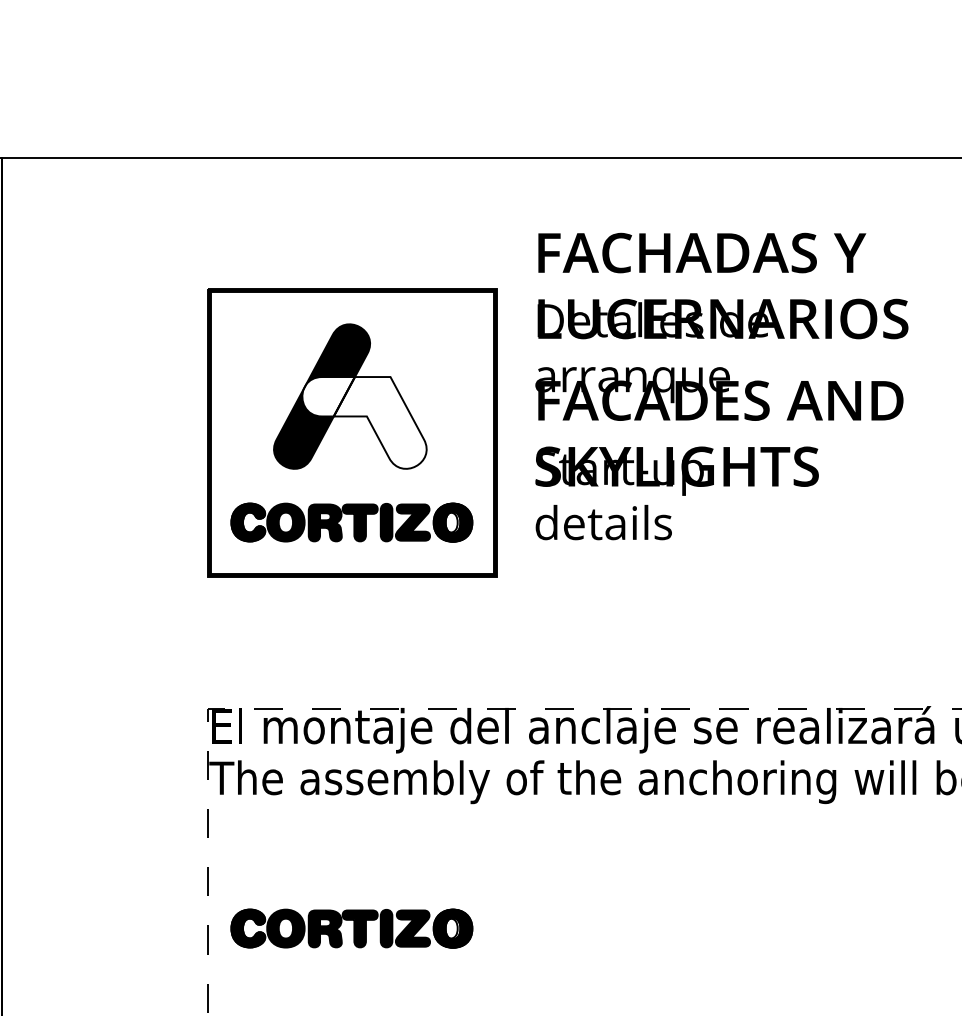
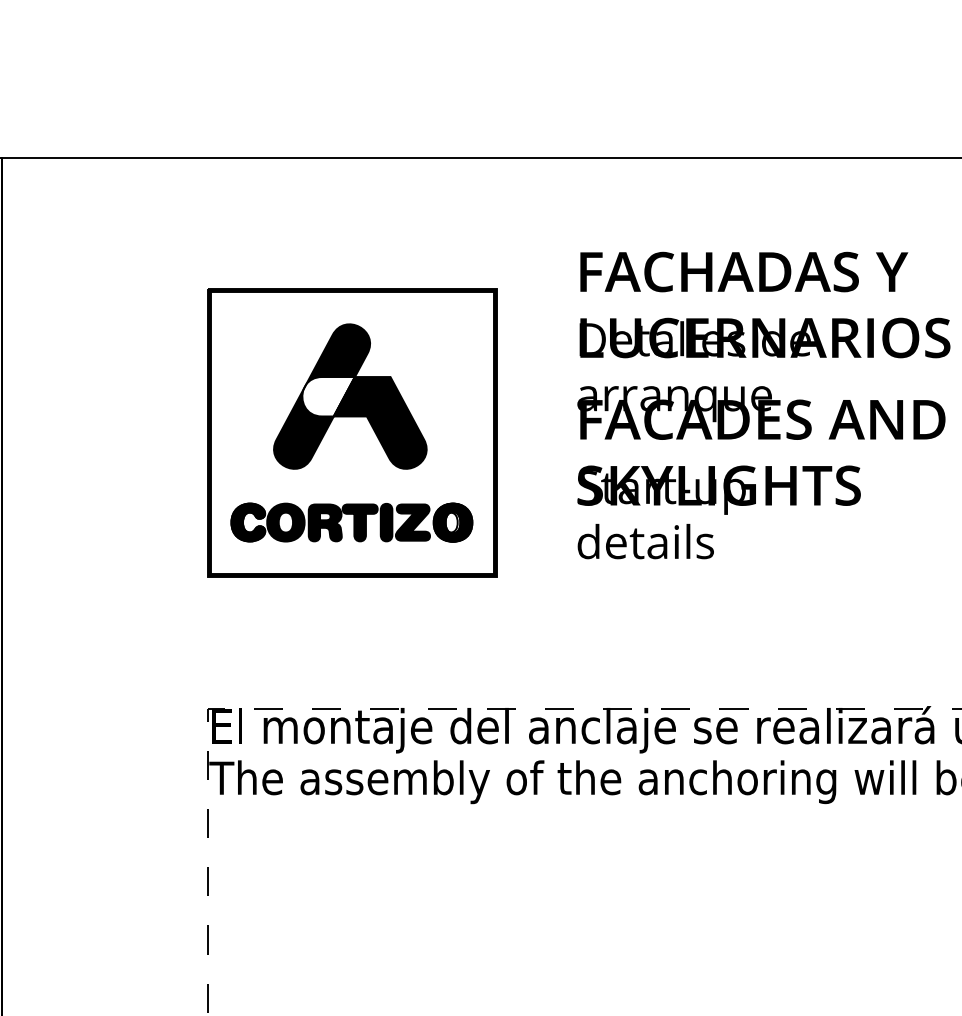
text at (721, 386) position: (721, 386) -> (763, 405)
fill at (379, 422): none -> present
part at (351, 928): present -> none
